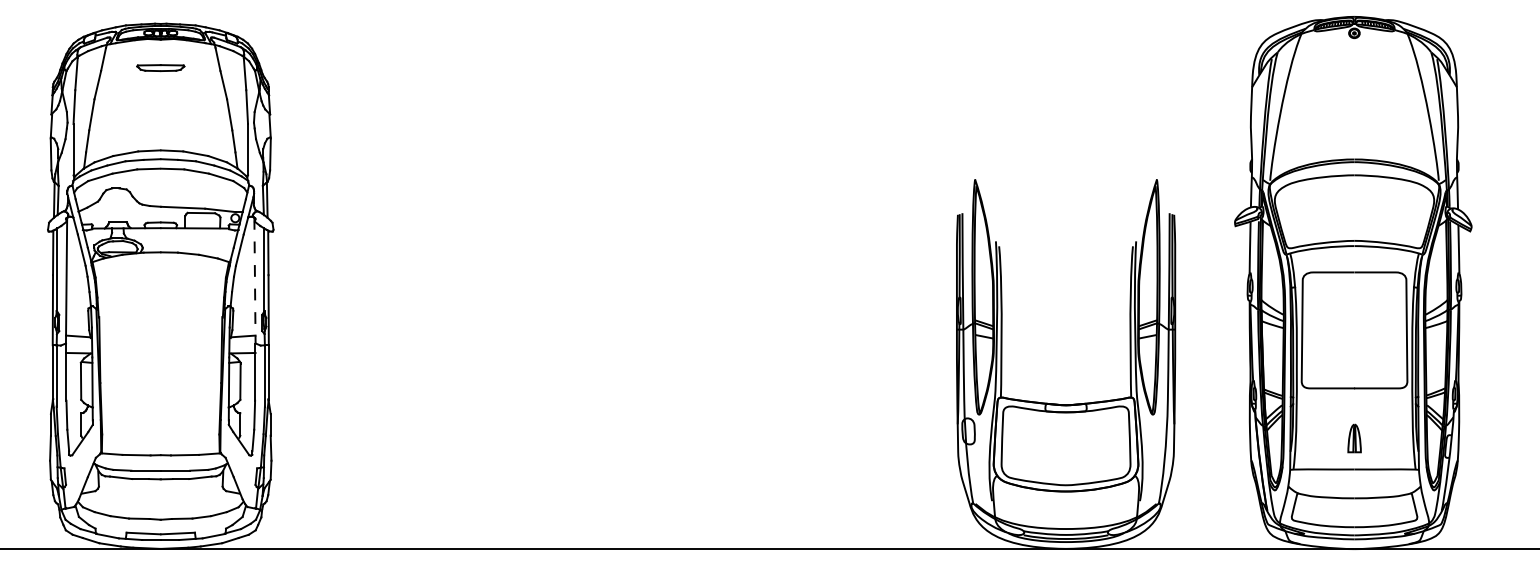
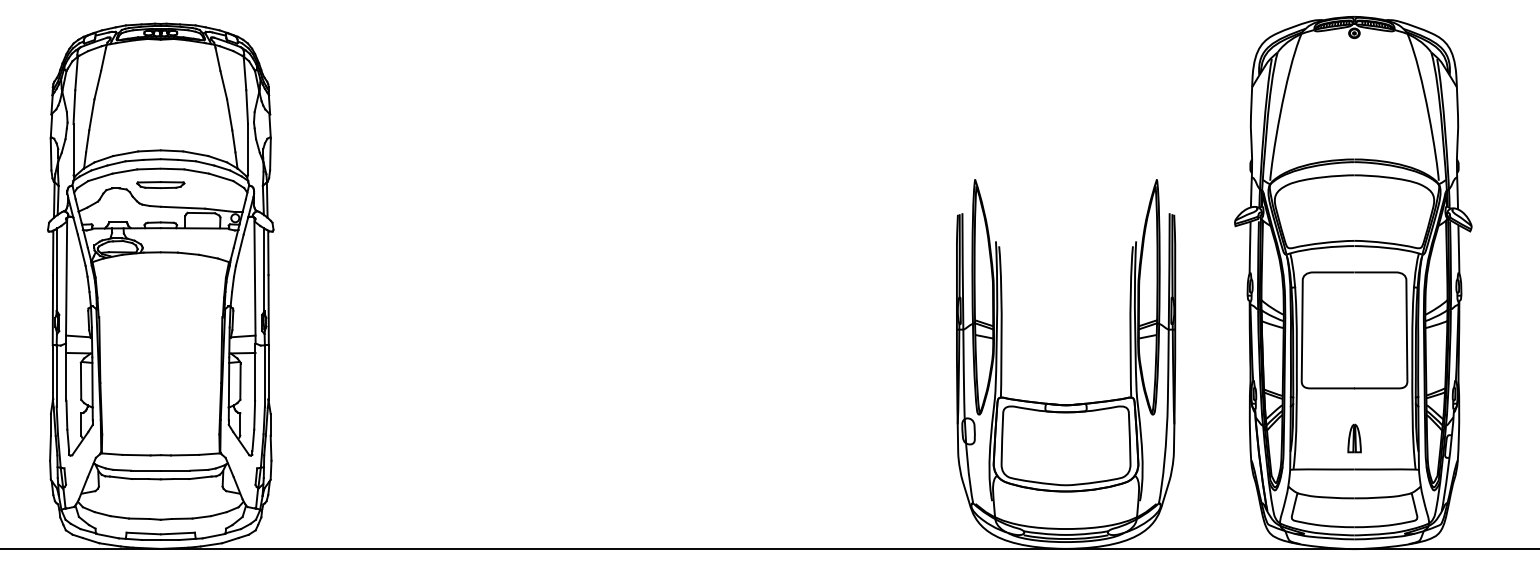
part at (160, 68) position: (160, 68) -> (160, 185)
line at (254, 280): dashed -> solid
